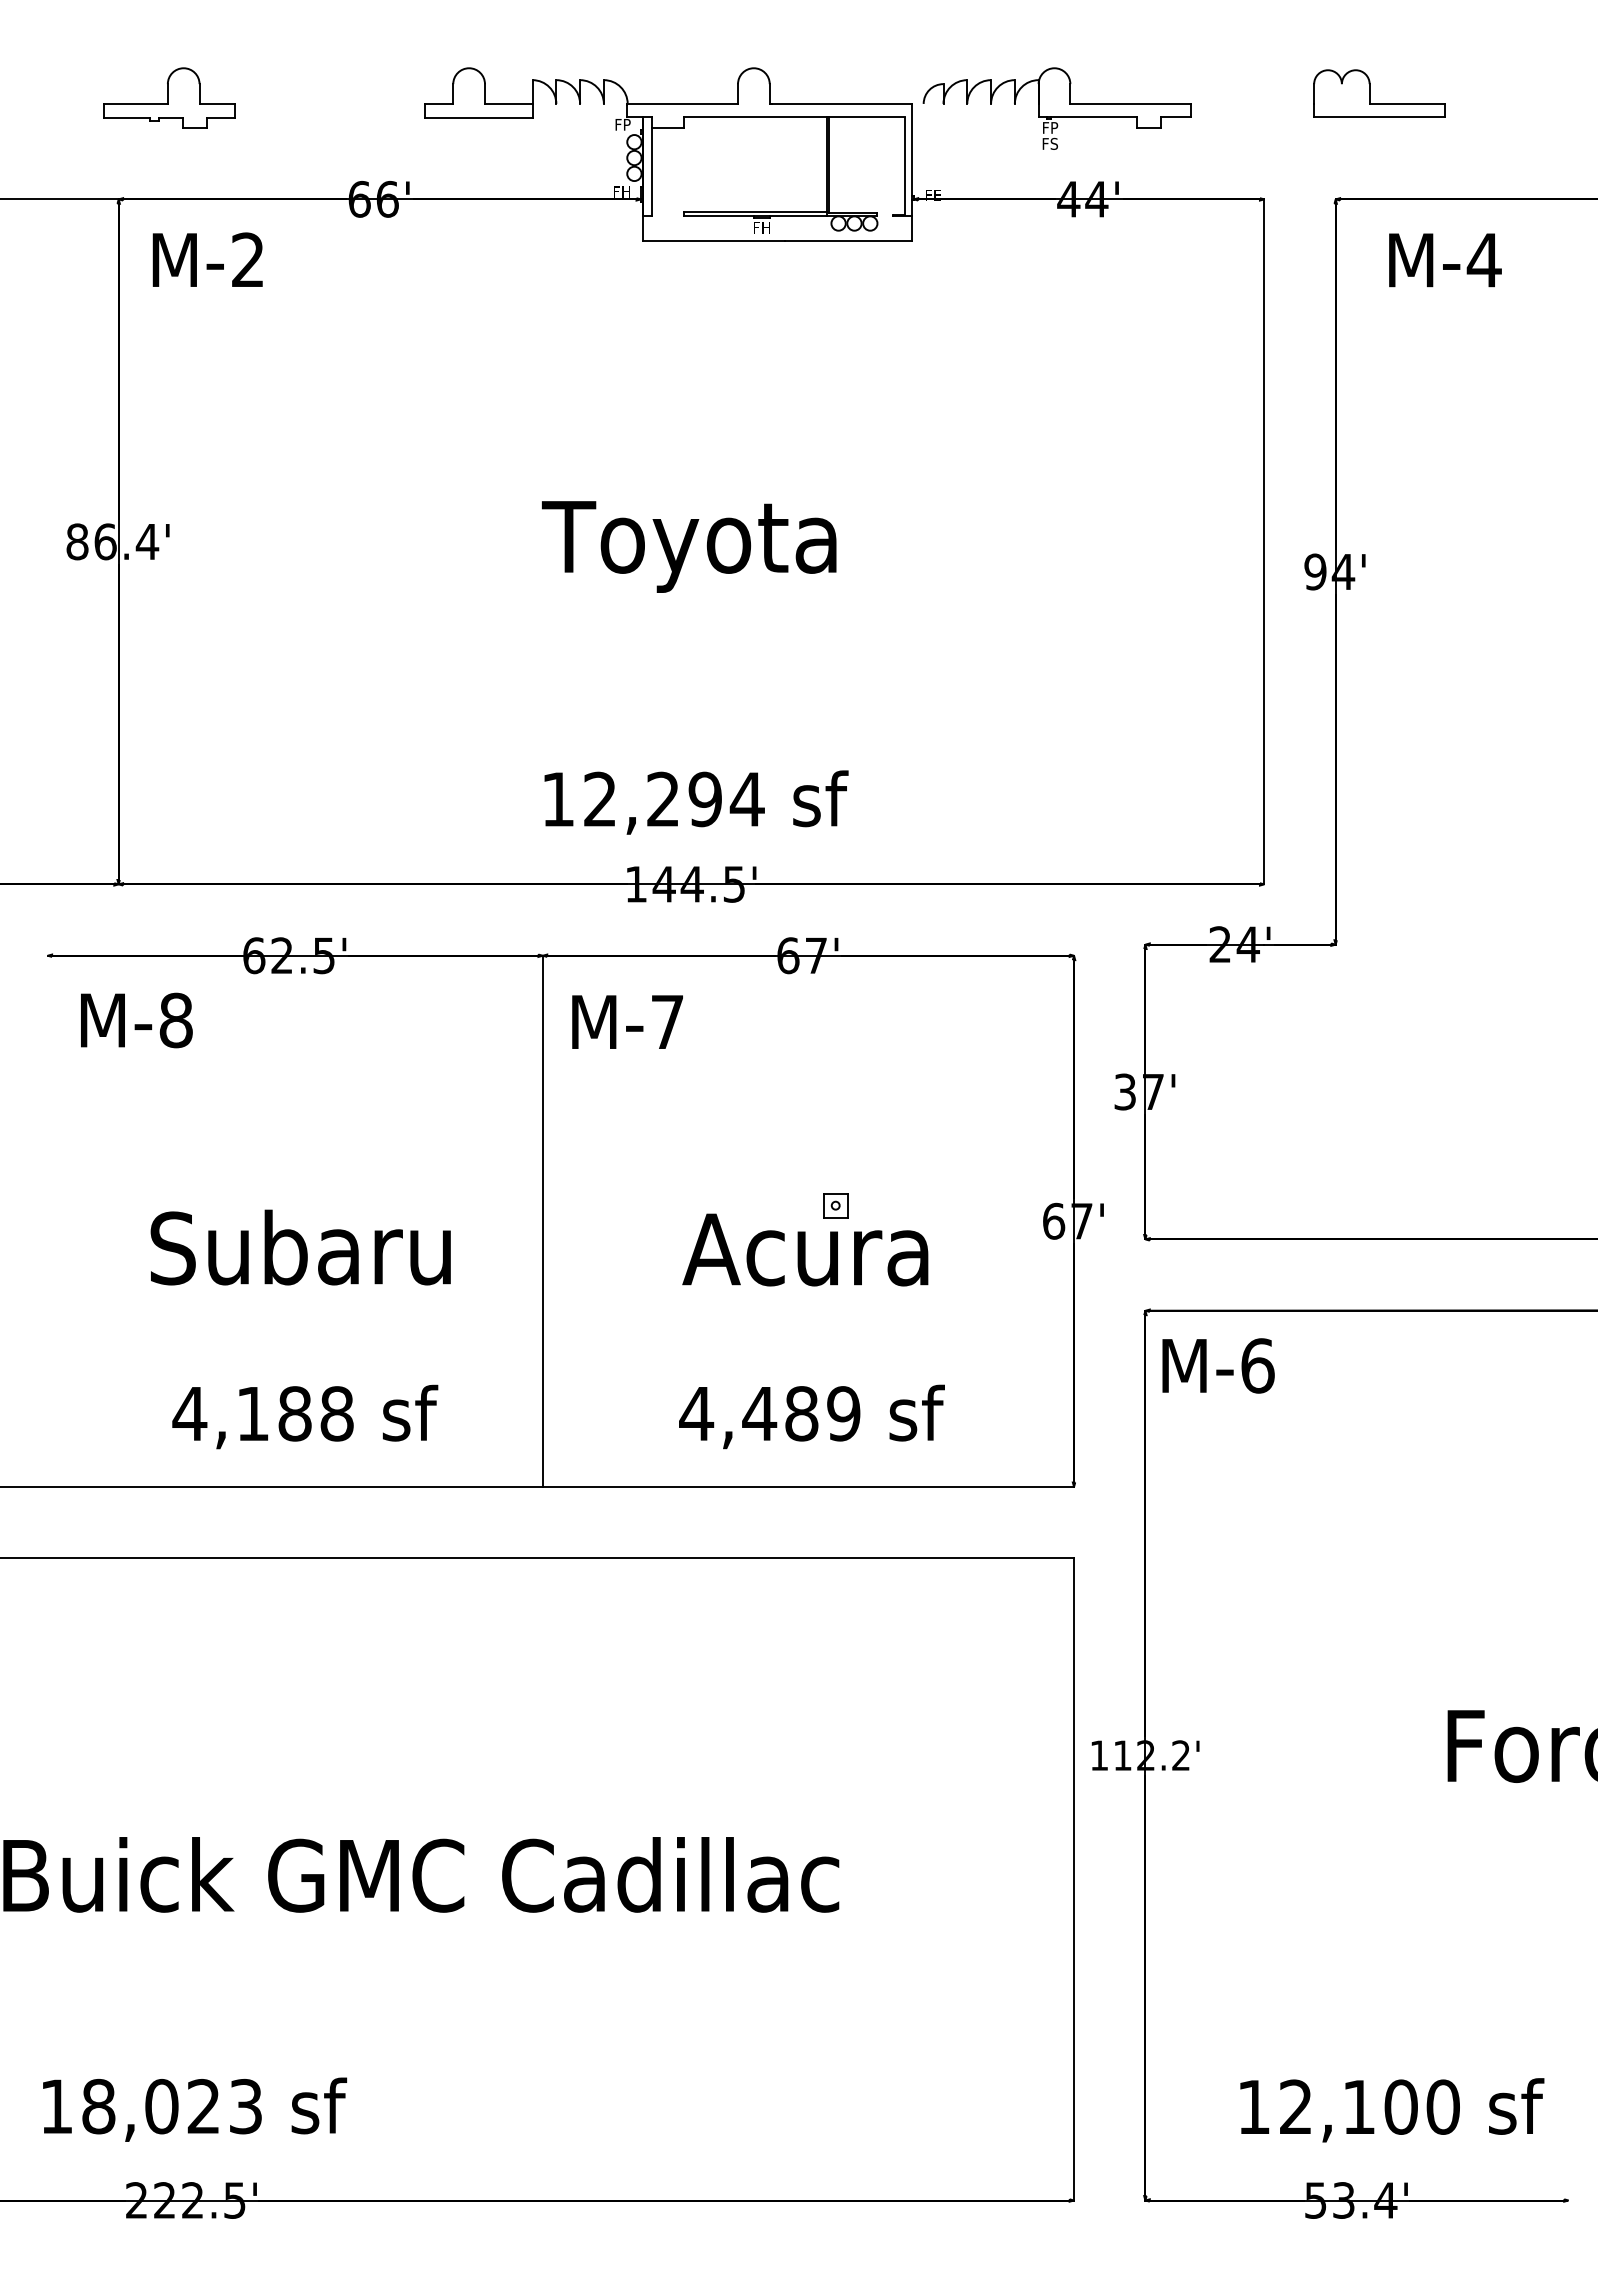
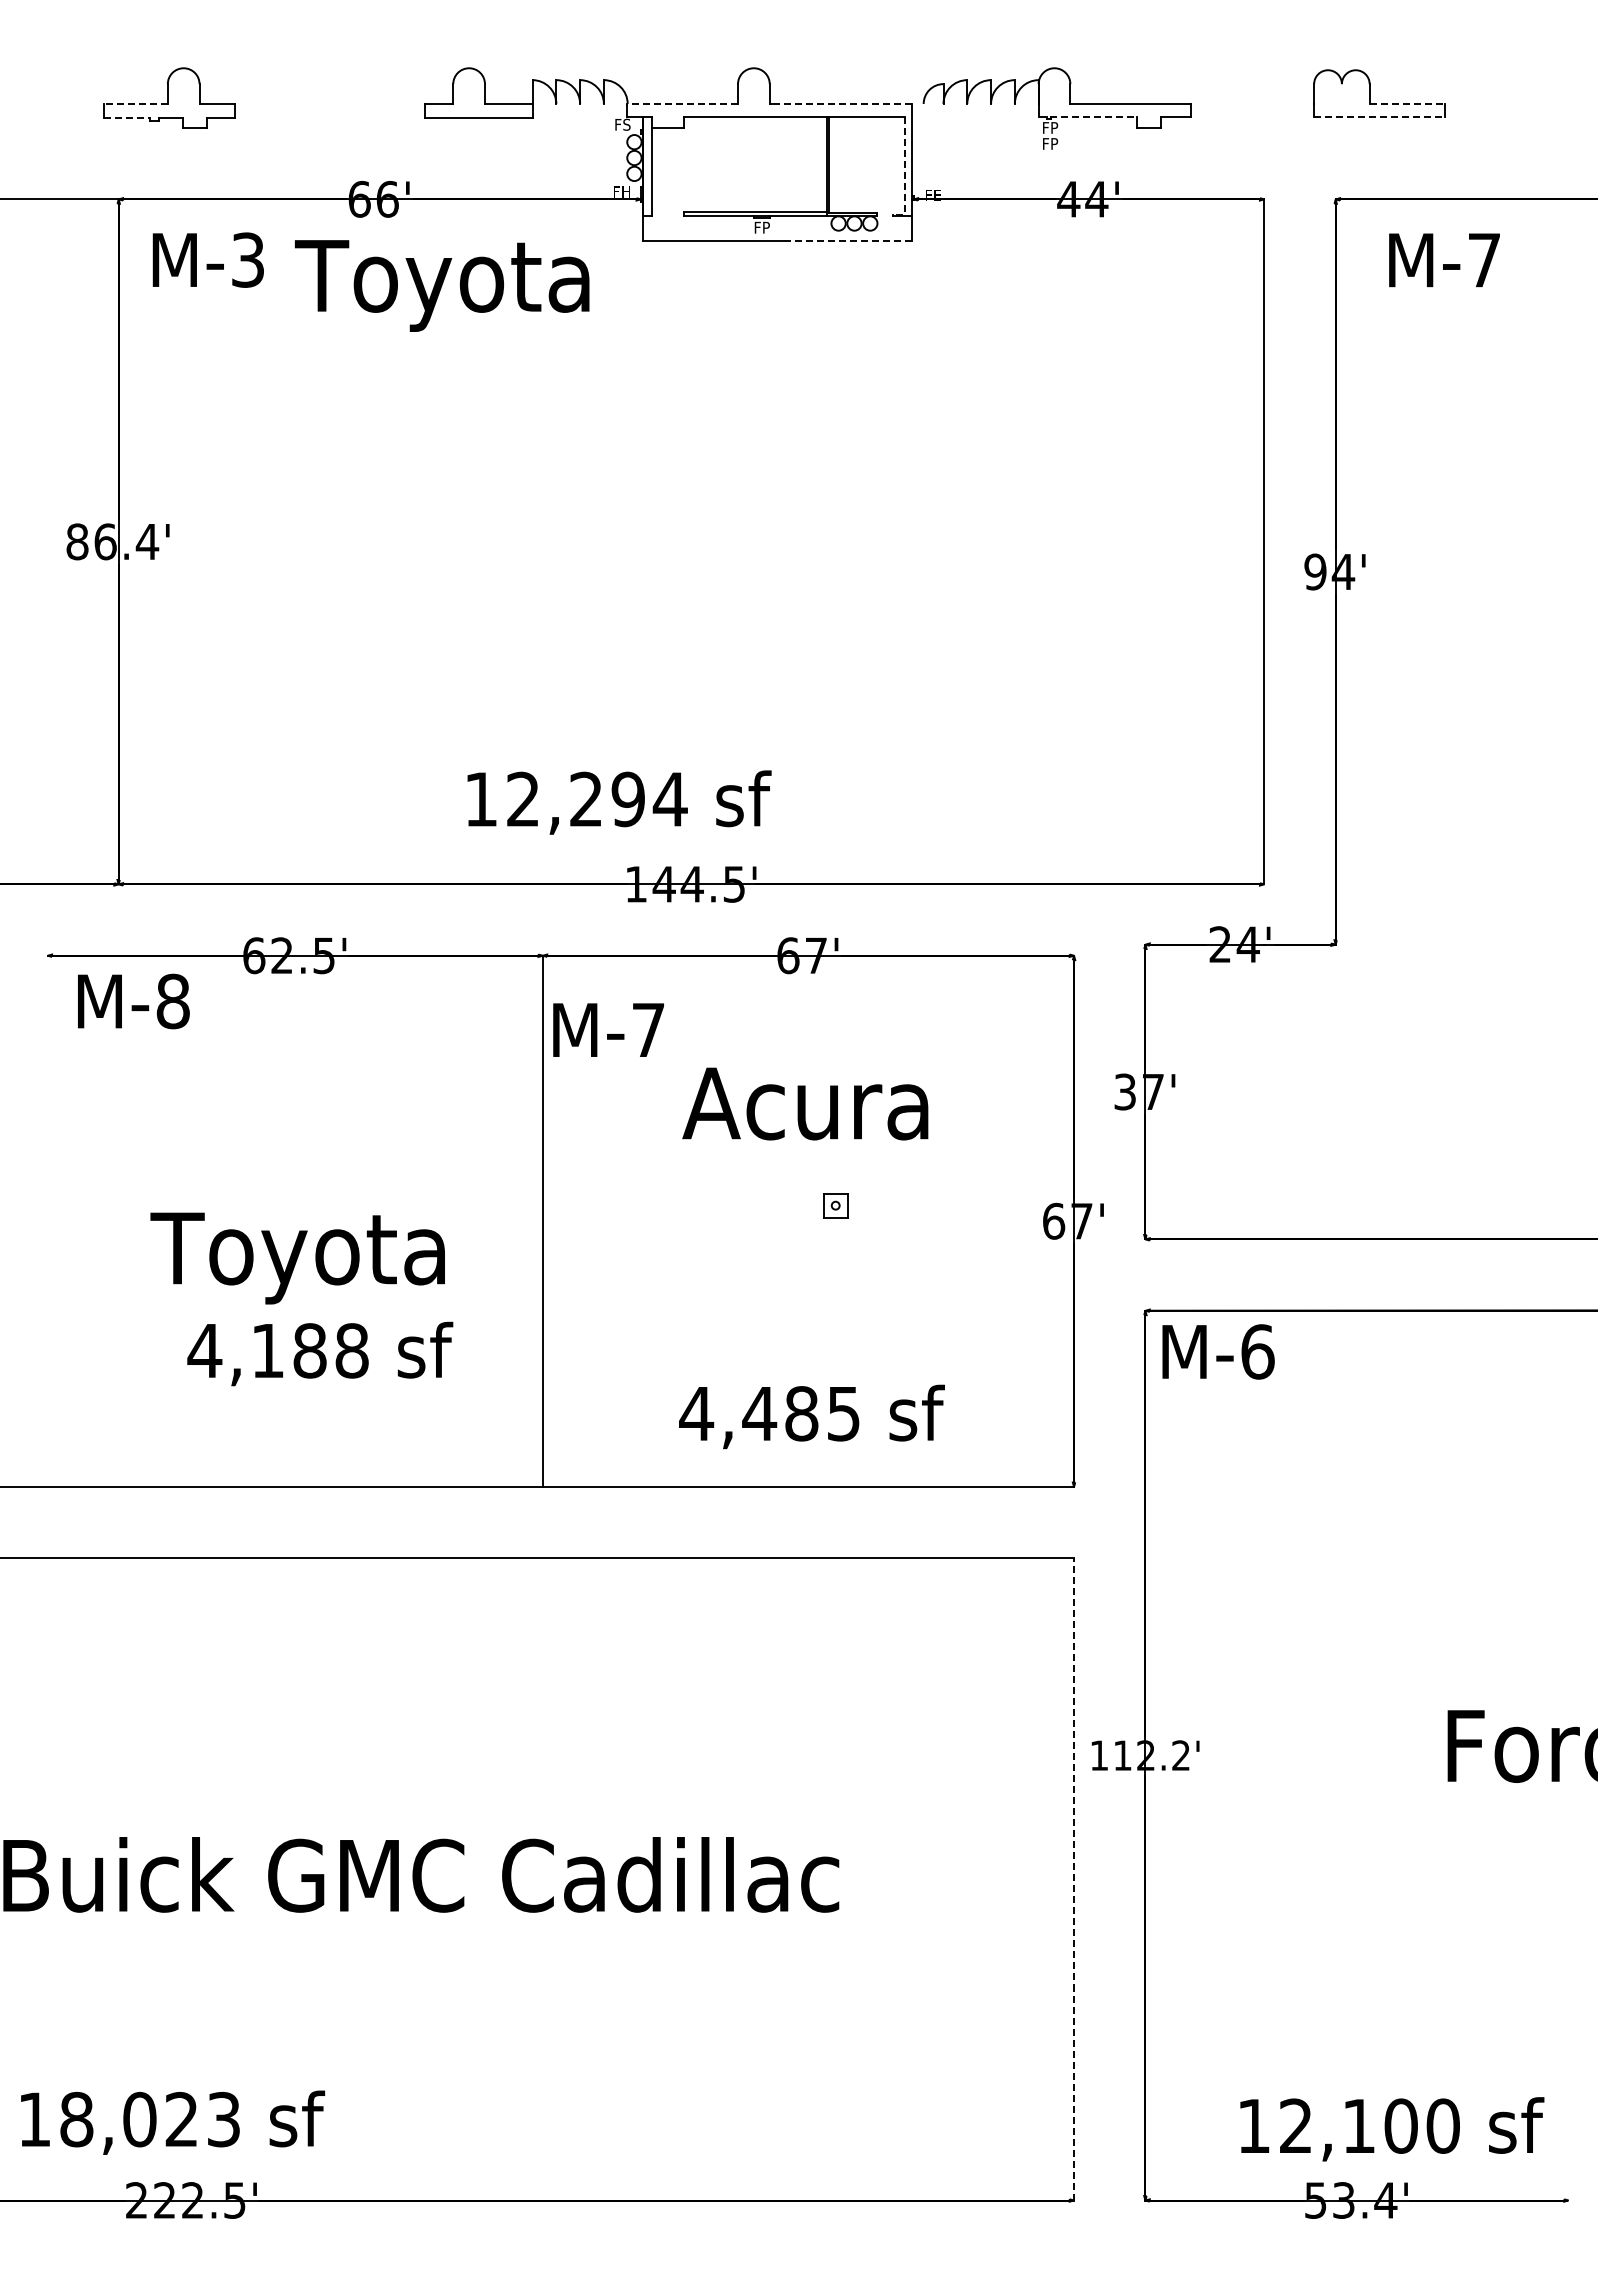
line at (135, 103): solid -> dashed
line at (682, 103): solid -> dashed
line at (840, 103): solid -> dashed
line at (1407, 103): solid -> dashed
line at (127, 117): solid -> dashed
line at (1088, 117): solid -> dashed
line at (1380, 117): solid -> dashed
text at (622, 124): FP -> FS
text at (1050, 143): FS -> FP
line at (904, 173): solid -> dashed
text at (761, 227): FH -> FP
line at (847, 240): solid -> dashed
text at (247, 259): M-2 -> M-3
text at (1483, 260): M-4 -> M-7
text at (689, 546) position: (689, 546) -> (442, 285)
text at (696, 802) position: (696, 802) -> (619, 802)
text at (136, 1020) position: (136, 1020) -> (133, 1001)
text at (627, 1021) position: (627, 1021) -> (608, 1029)
text at (805, 1249) position: (805, 1249) -> (805, 1103)
text at (300, 1256): Subaru -> Toyota
text at (1218, 1365) position: (1218, 1365) -> (1218, 1351)
text at (843, 1413): 4,489 -> 4,485
text at (305, 1416) position: (305, 1416) -> (320, 1353)
line at (1074, 1878): solid -> dashed
text at (195, 2109) position: (195, 2109) -> (173, 2122)
text at (1392, 2110) position: (1392, 2110) -> (1392, 2129)
